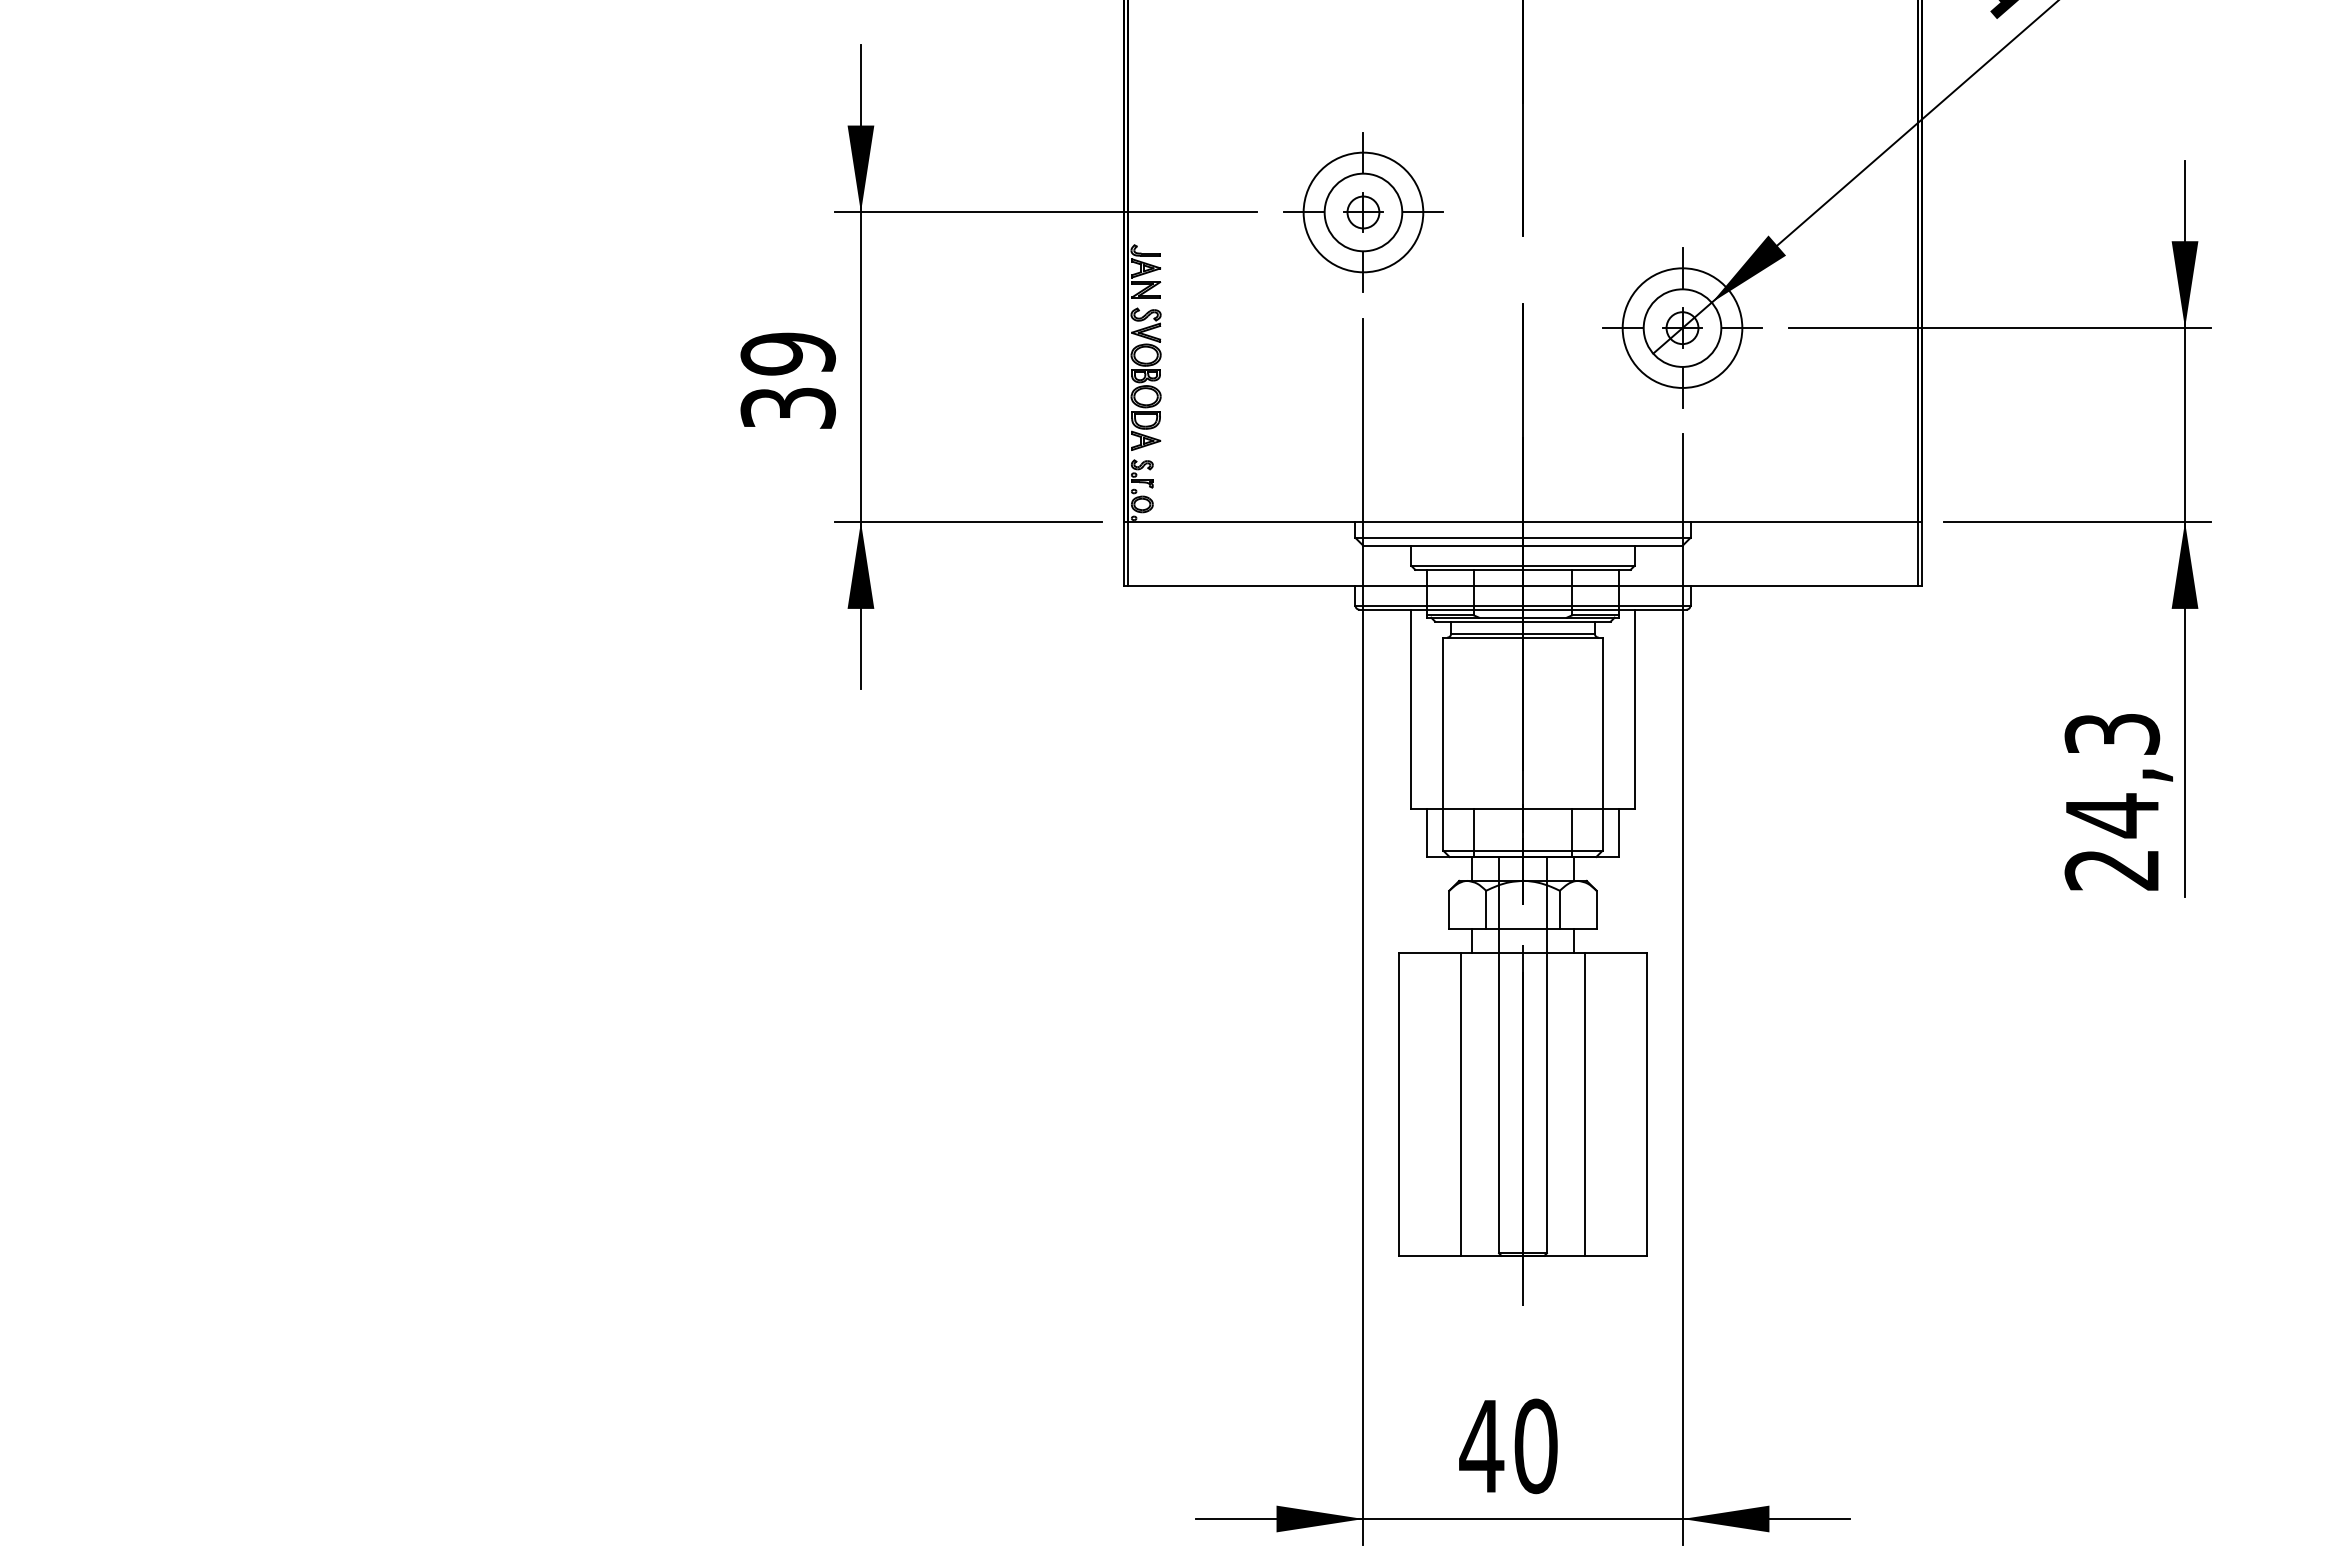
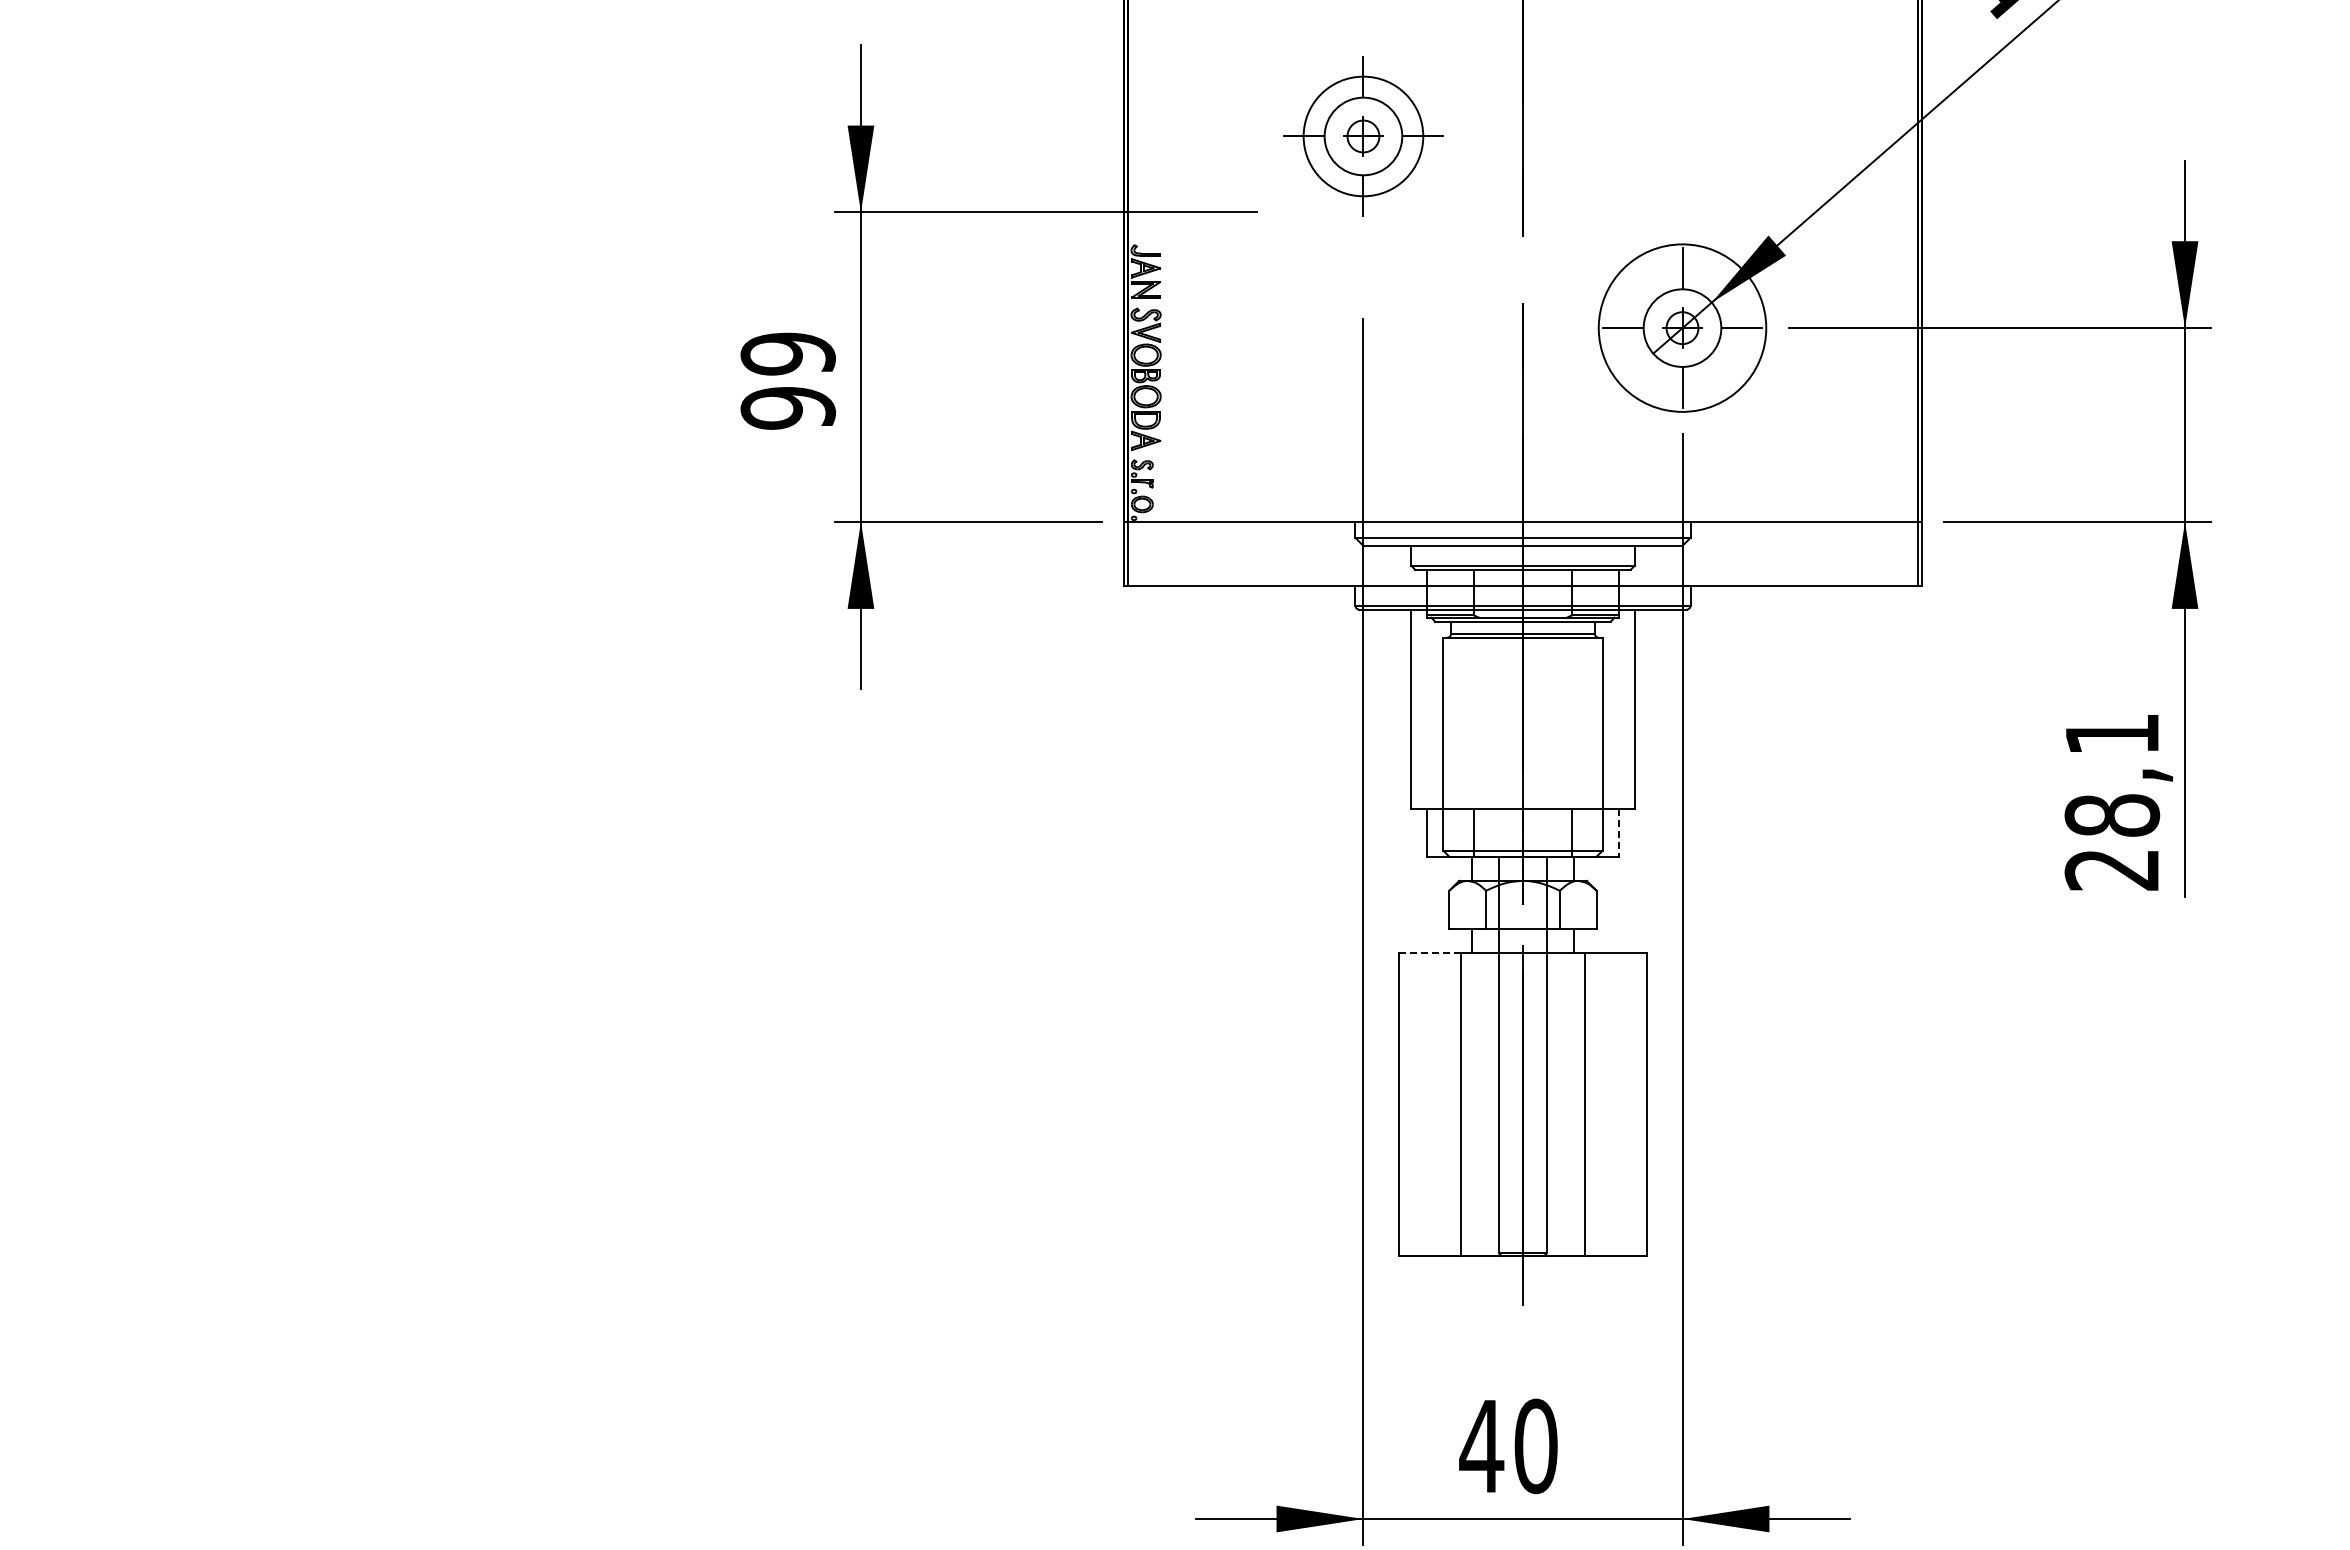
part at (1363, 212) position: (1363, 212) -> (1363, 136)
circle at (1682, 327) diameter: 120 px -> 168 px
text at (787, 408): 39 -> 99
text at (2112, 776): 24,3 -> 28,1
line at (1618, 833): solid -> dashed
line at (1429, 952): solid -> dashed
